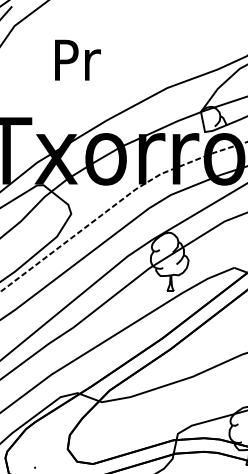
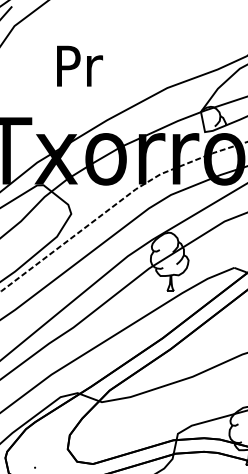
text at (77, 59) position: (77, 59) -> (79, 65)
